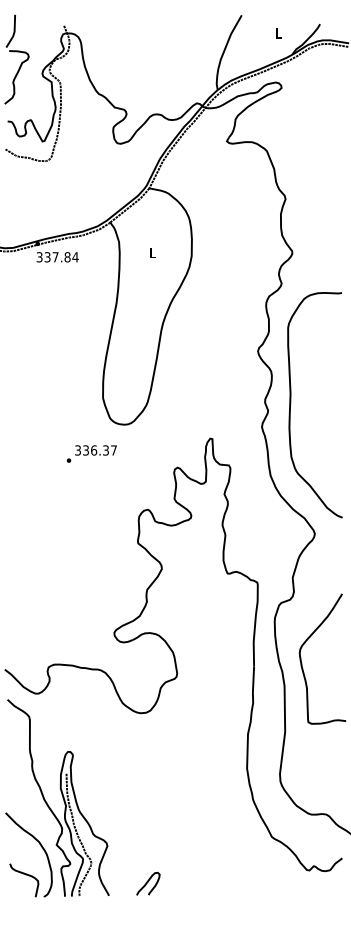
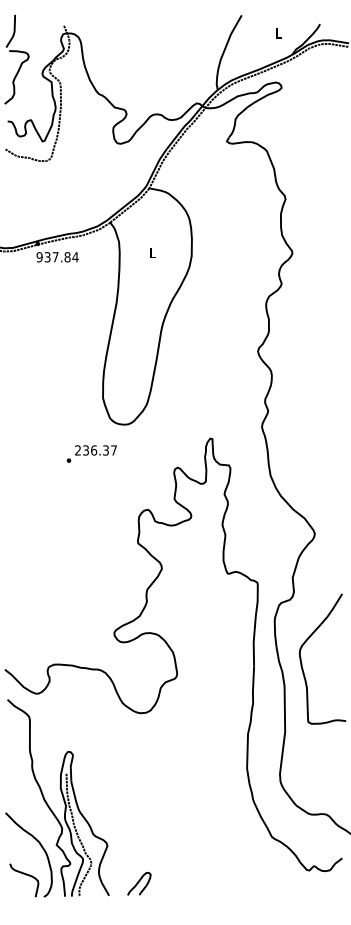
text at (39, 257): 337.84 -> 937.84
curve at (291, 404): present -> none
text at (77, 450): 336.37 -> 236.37
curve at (148, 882) position: (148, 882) -> (139, 882)
